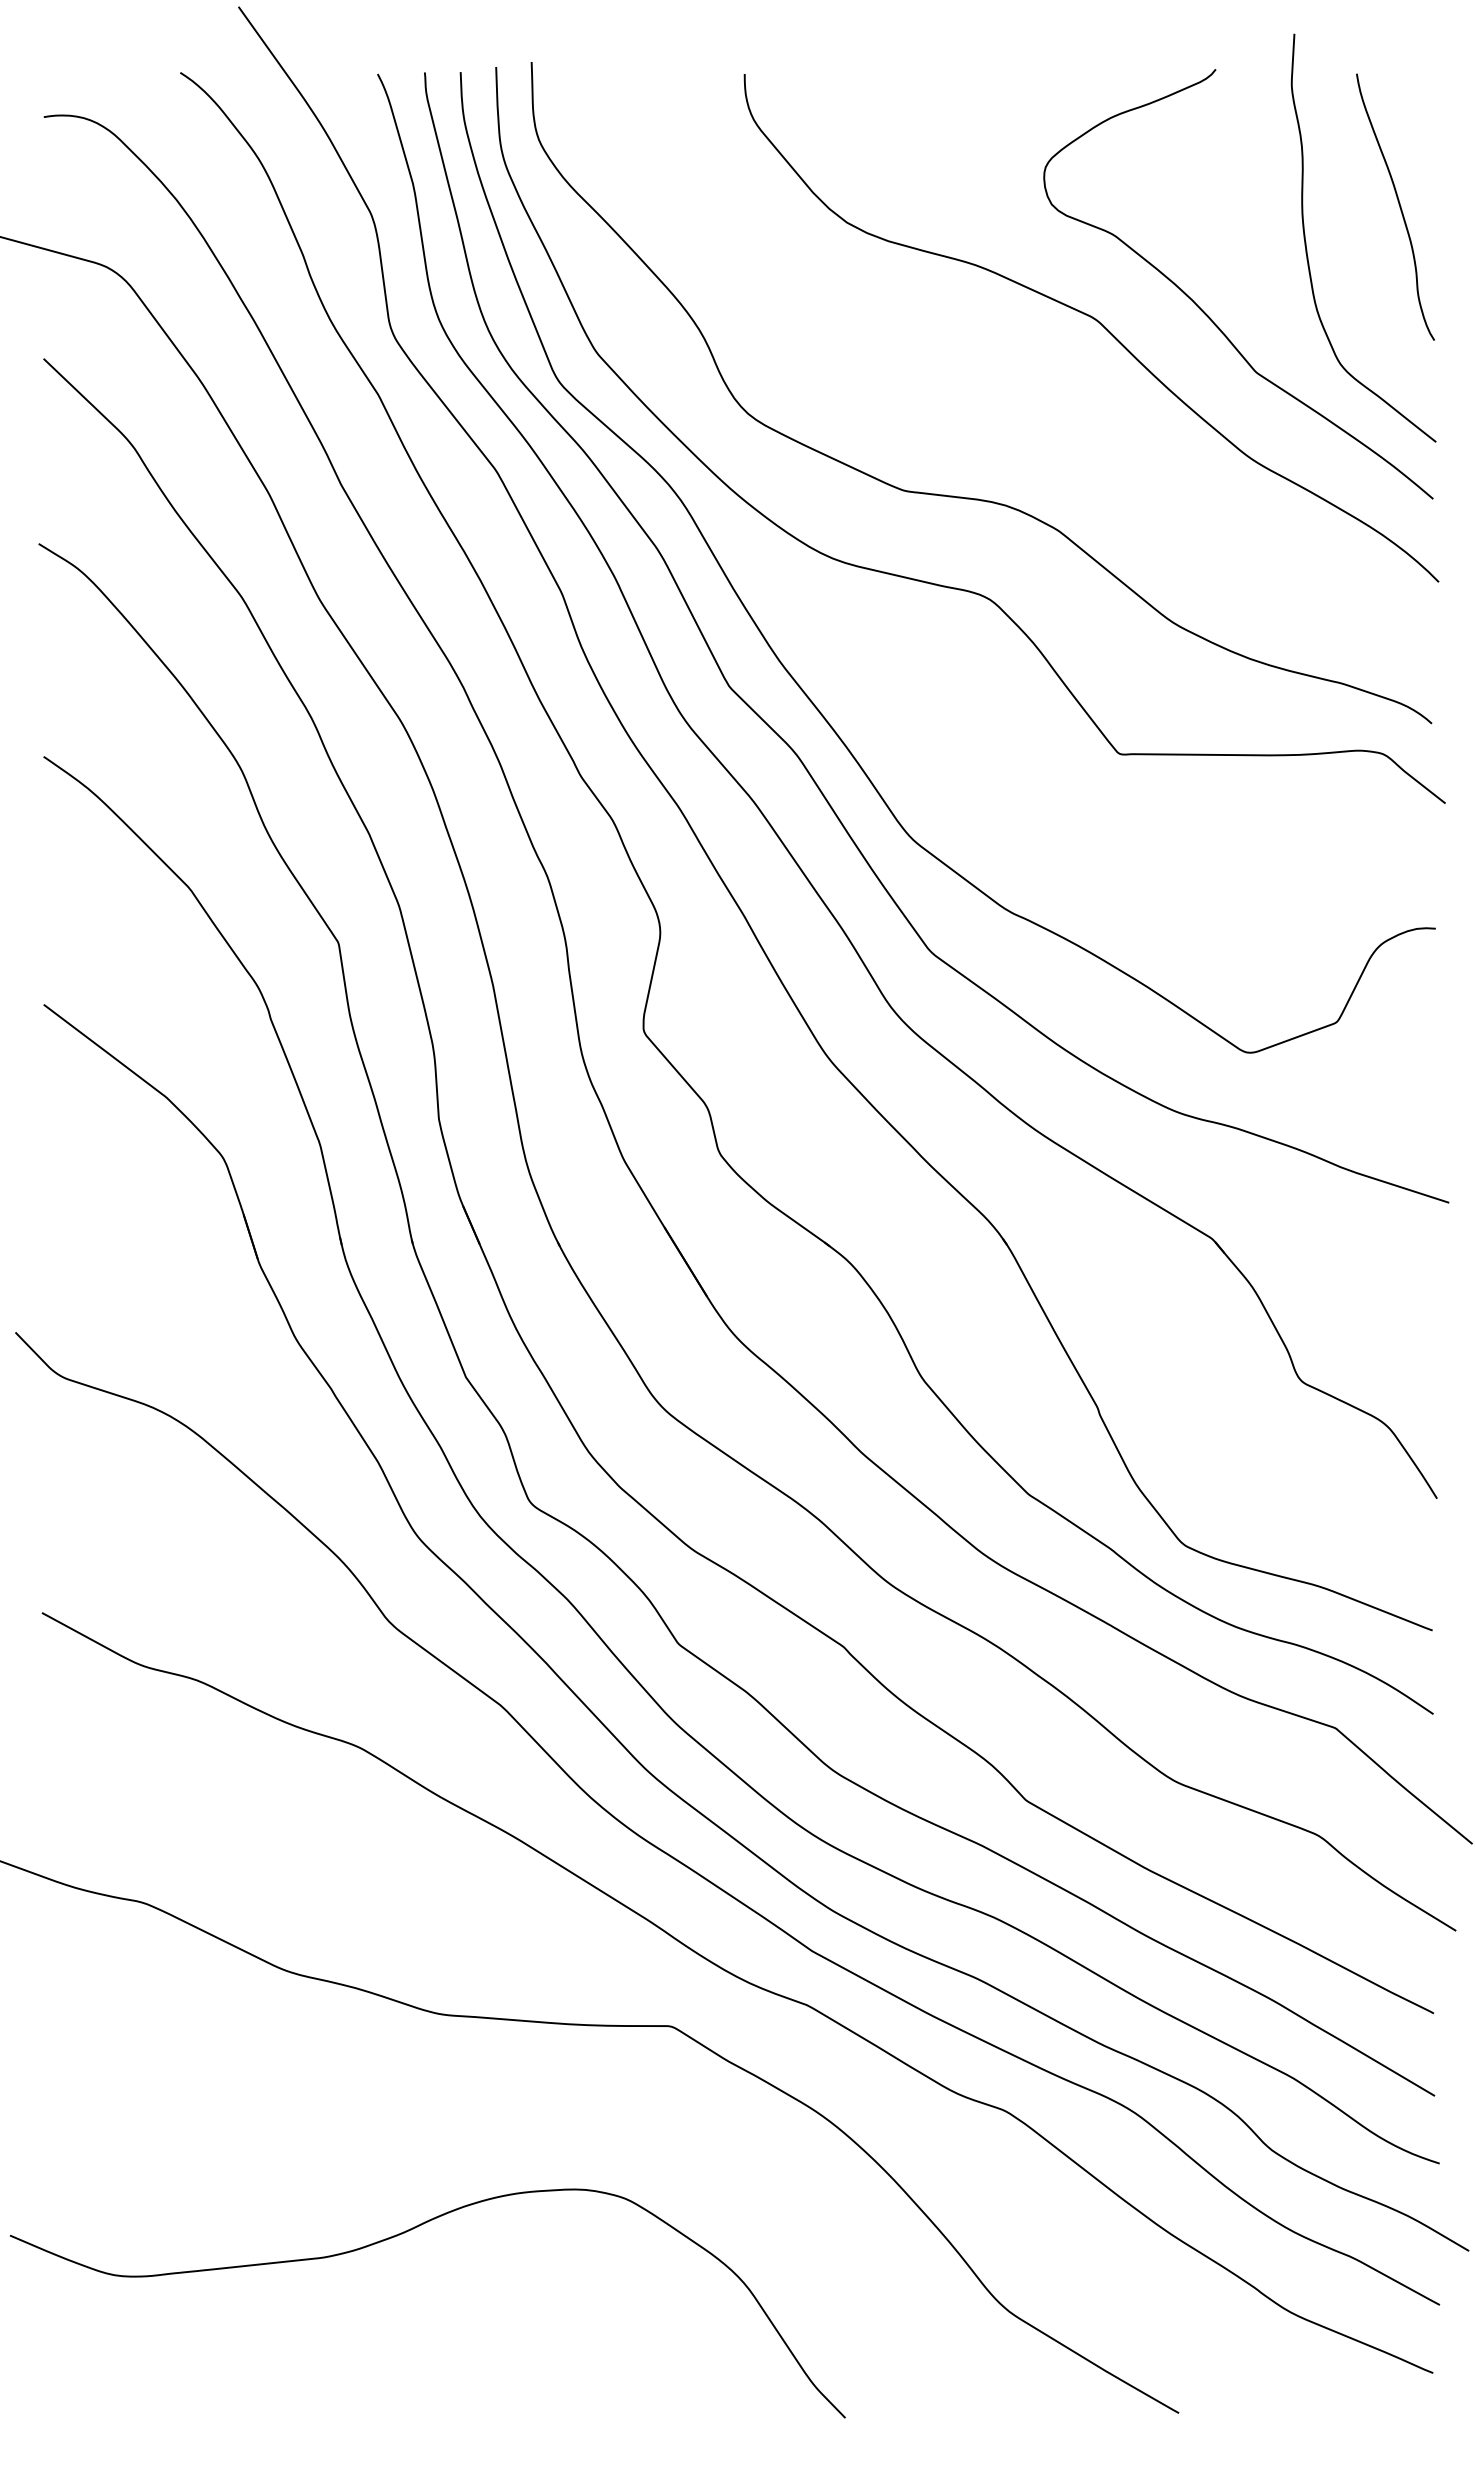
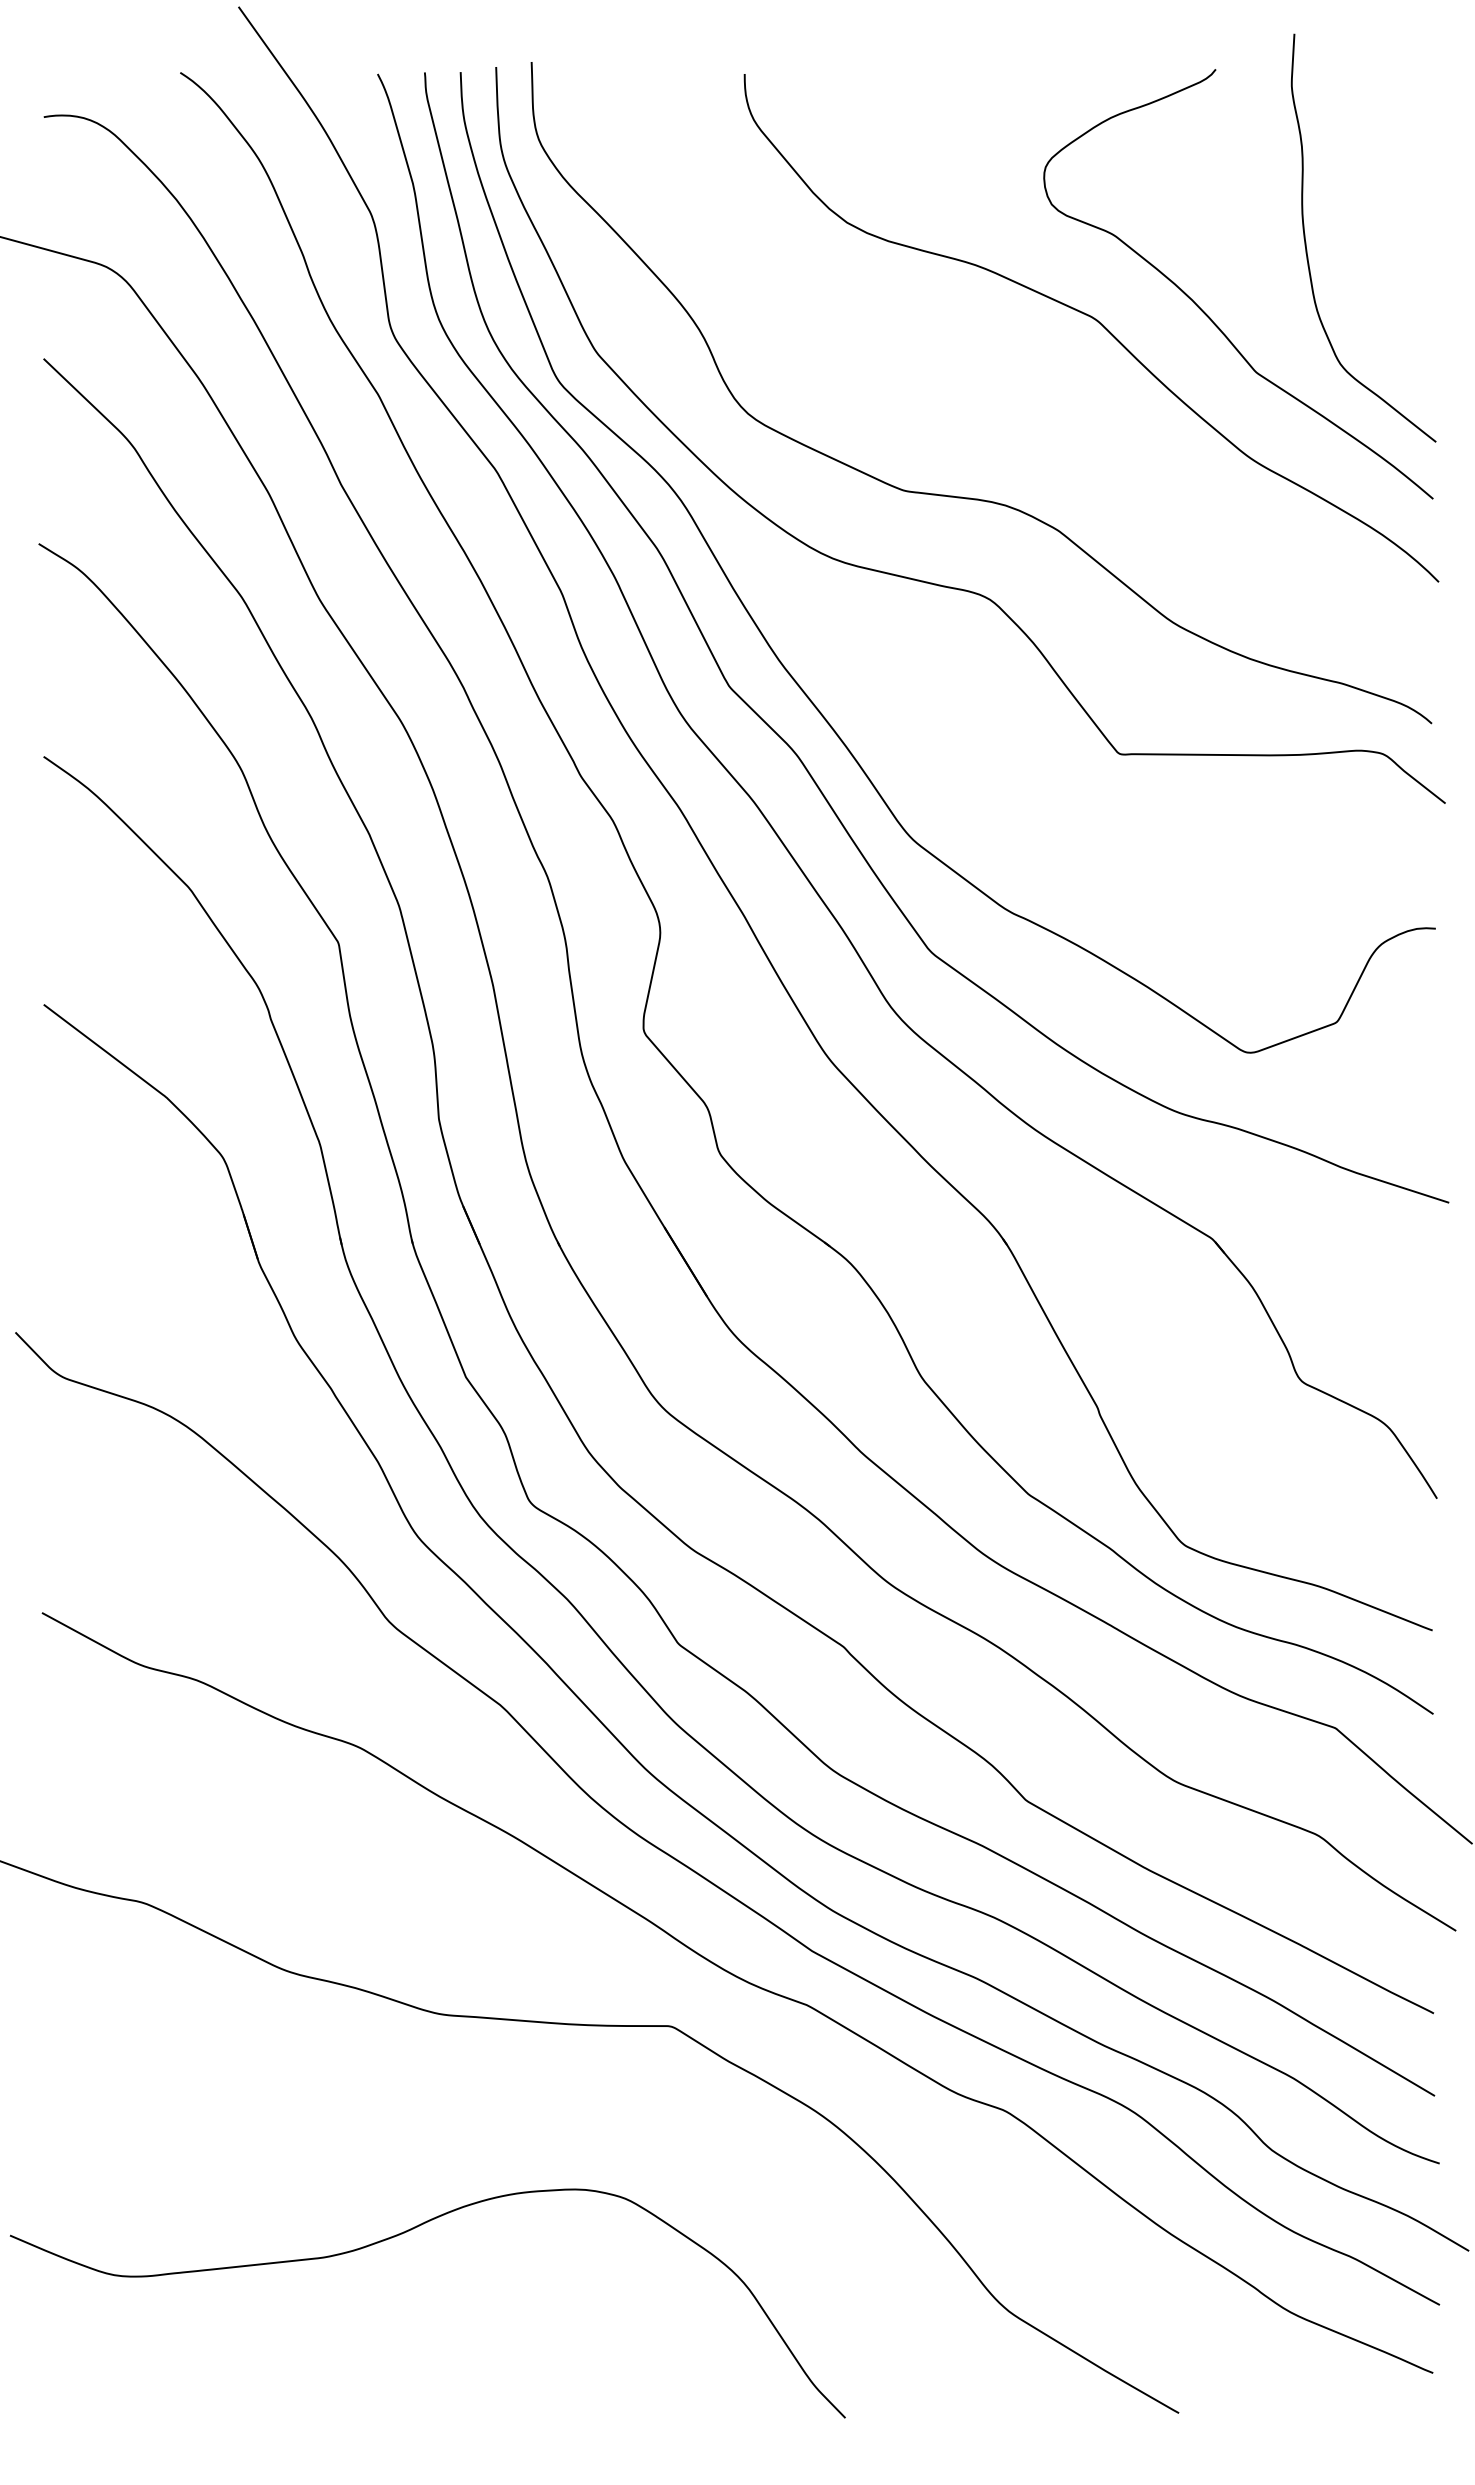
curve at (1398, 204): present -> none
